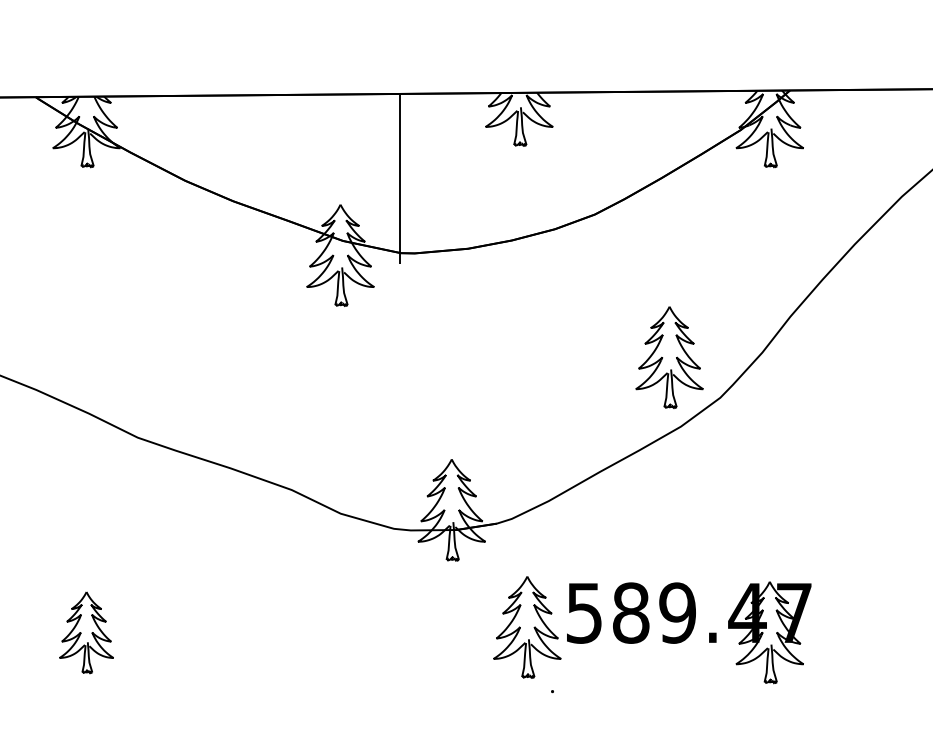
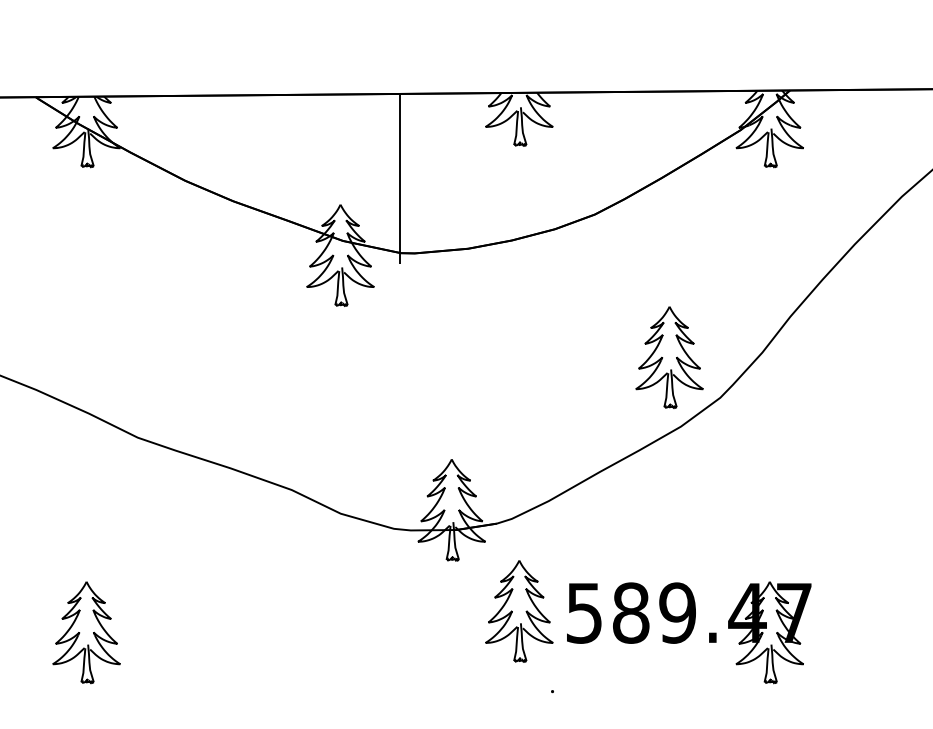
part at (527, 627) position: (527, 627) -> (519, 611)
part at (86, 632) size: 55x84 px -> 69x104 px
